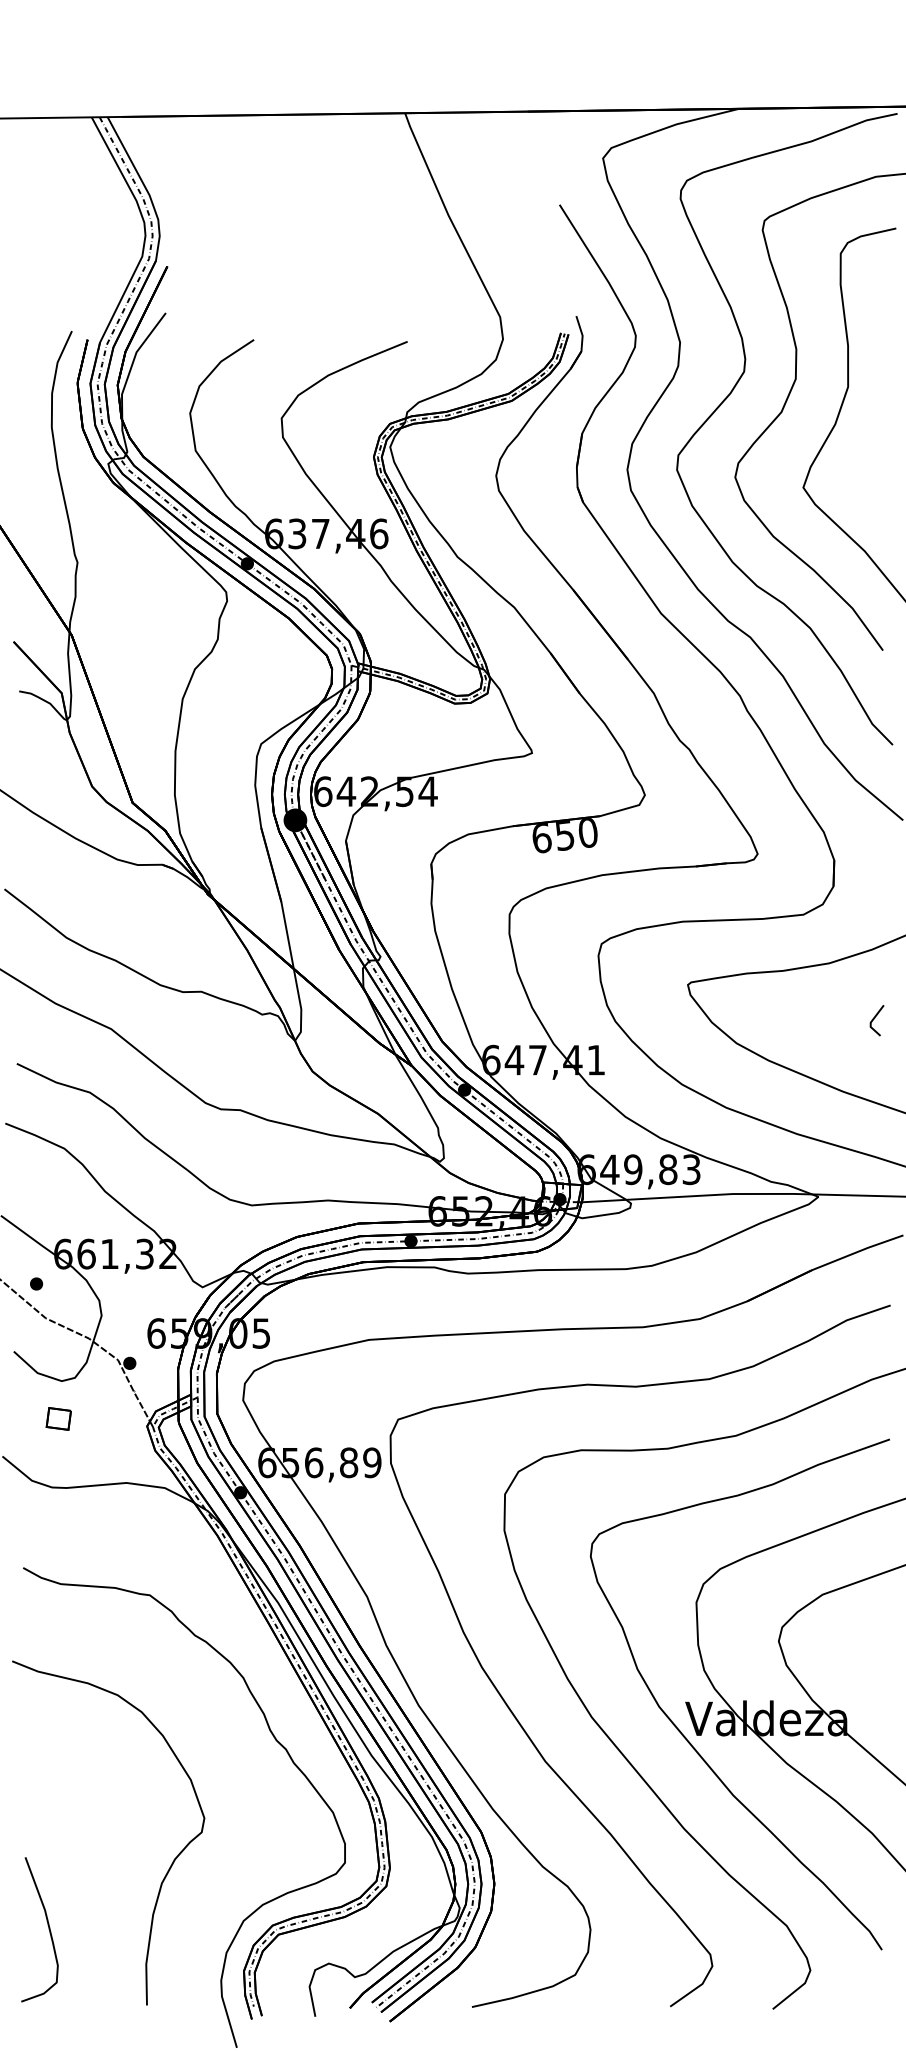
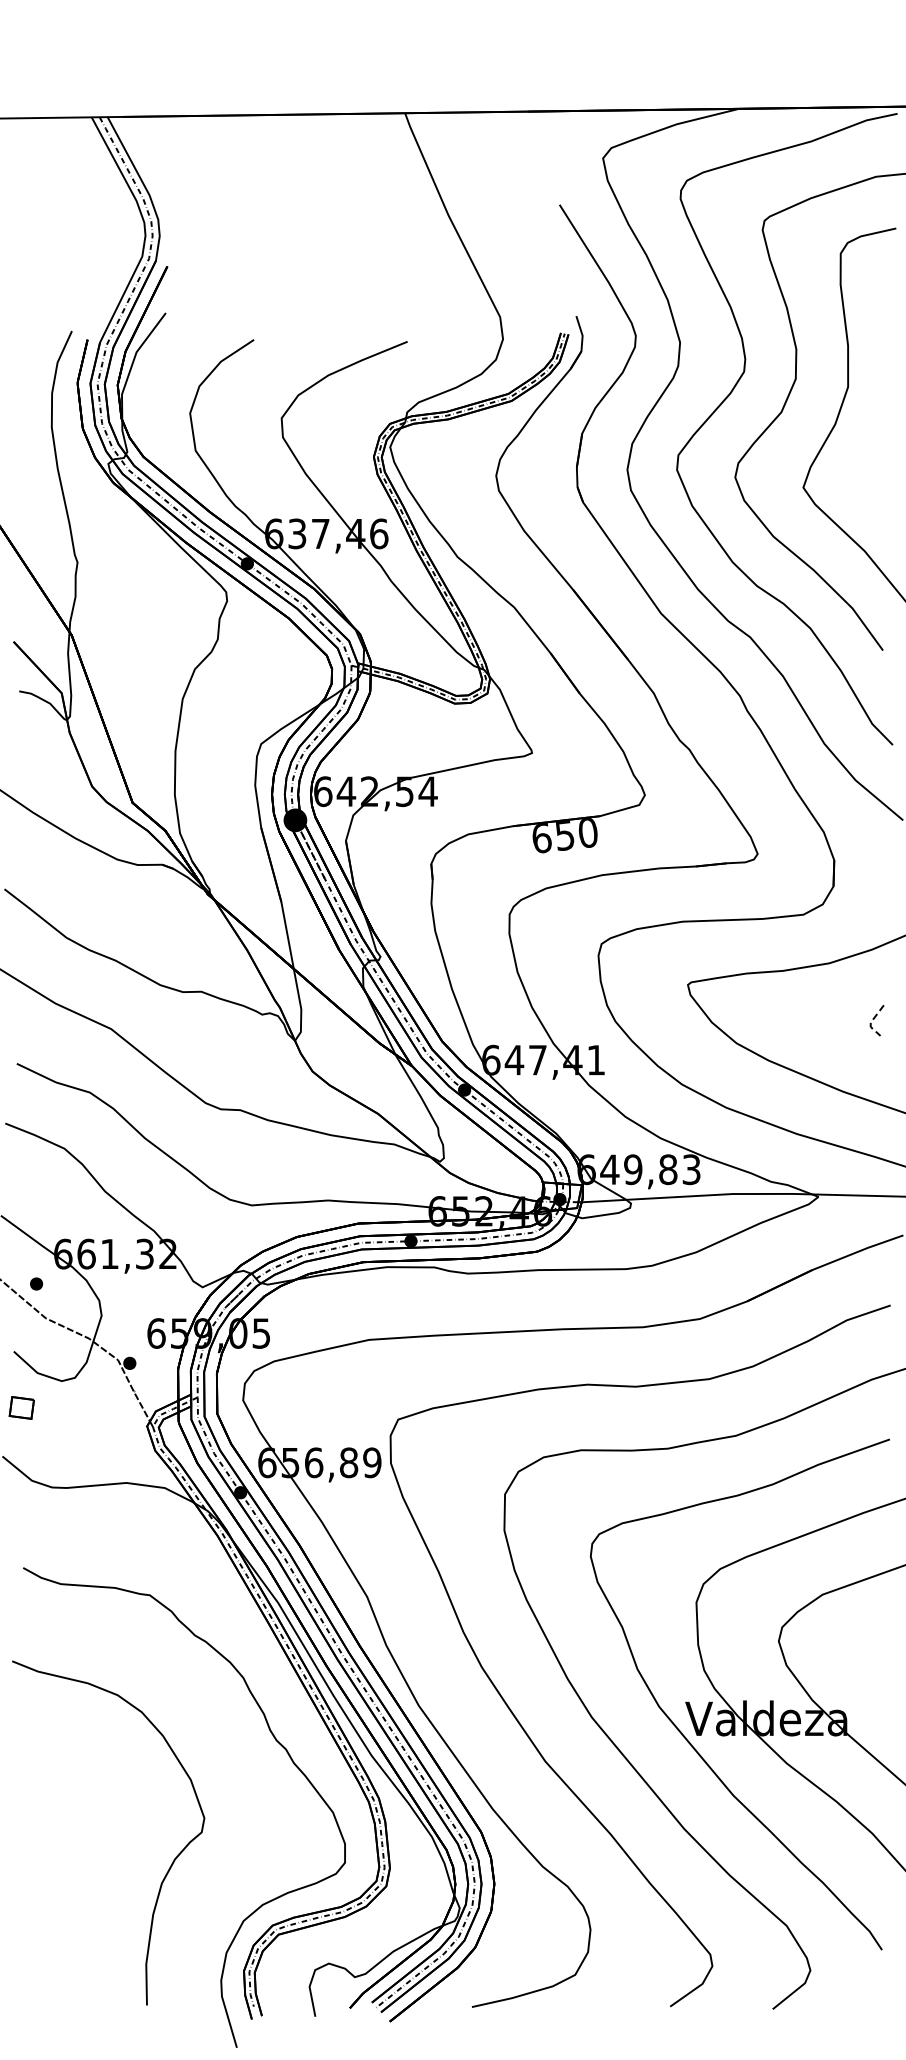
line at (870, 1022): solid -> dashed
part at (58, 1418) position: (58, 1418) -> (21, 1407)
curve at (47, 1925): present -> none
